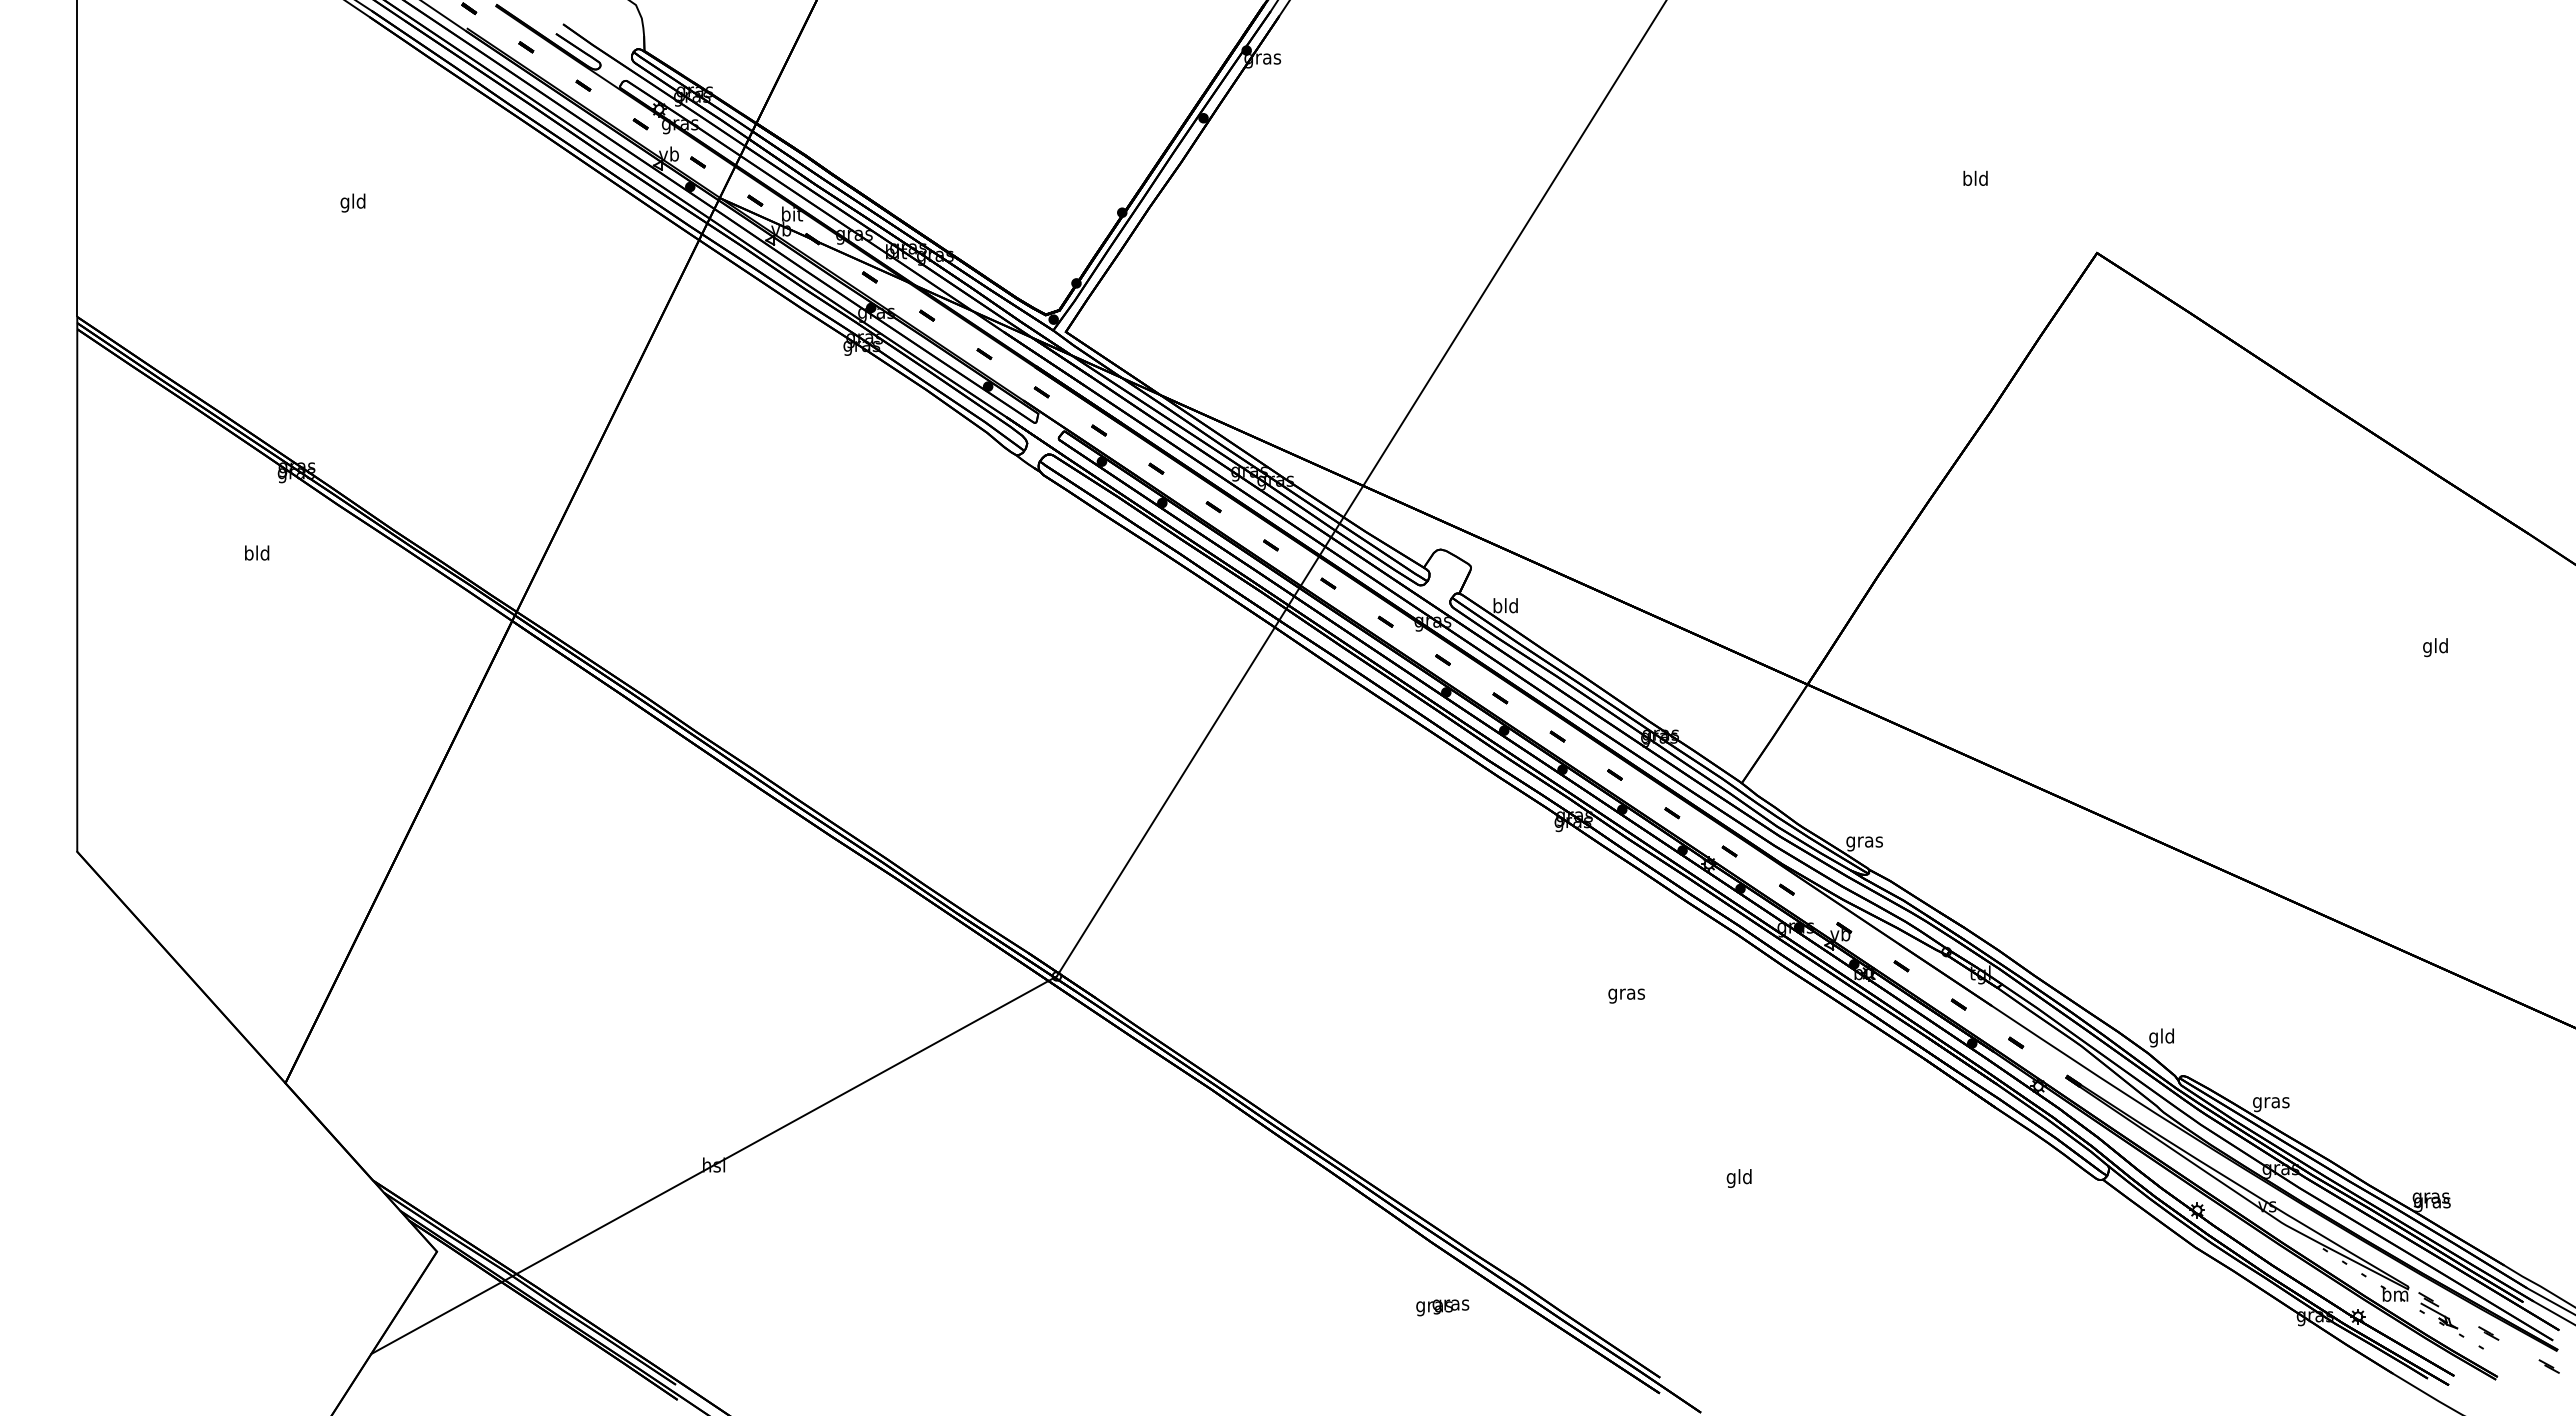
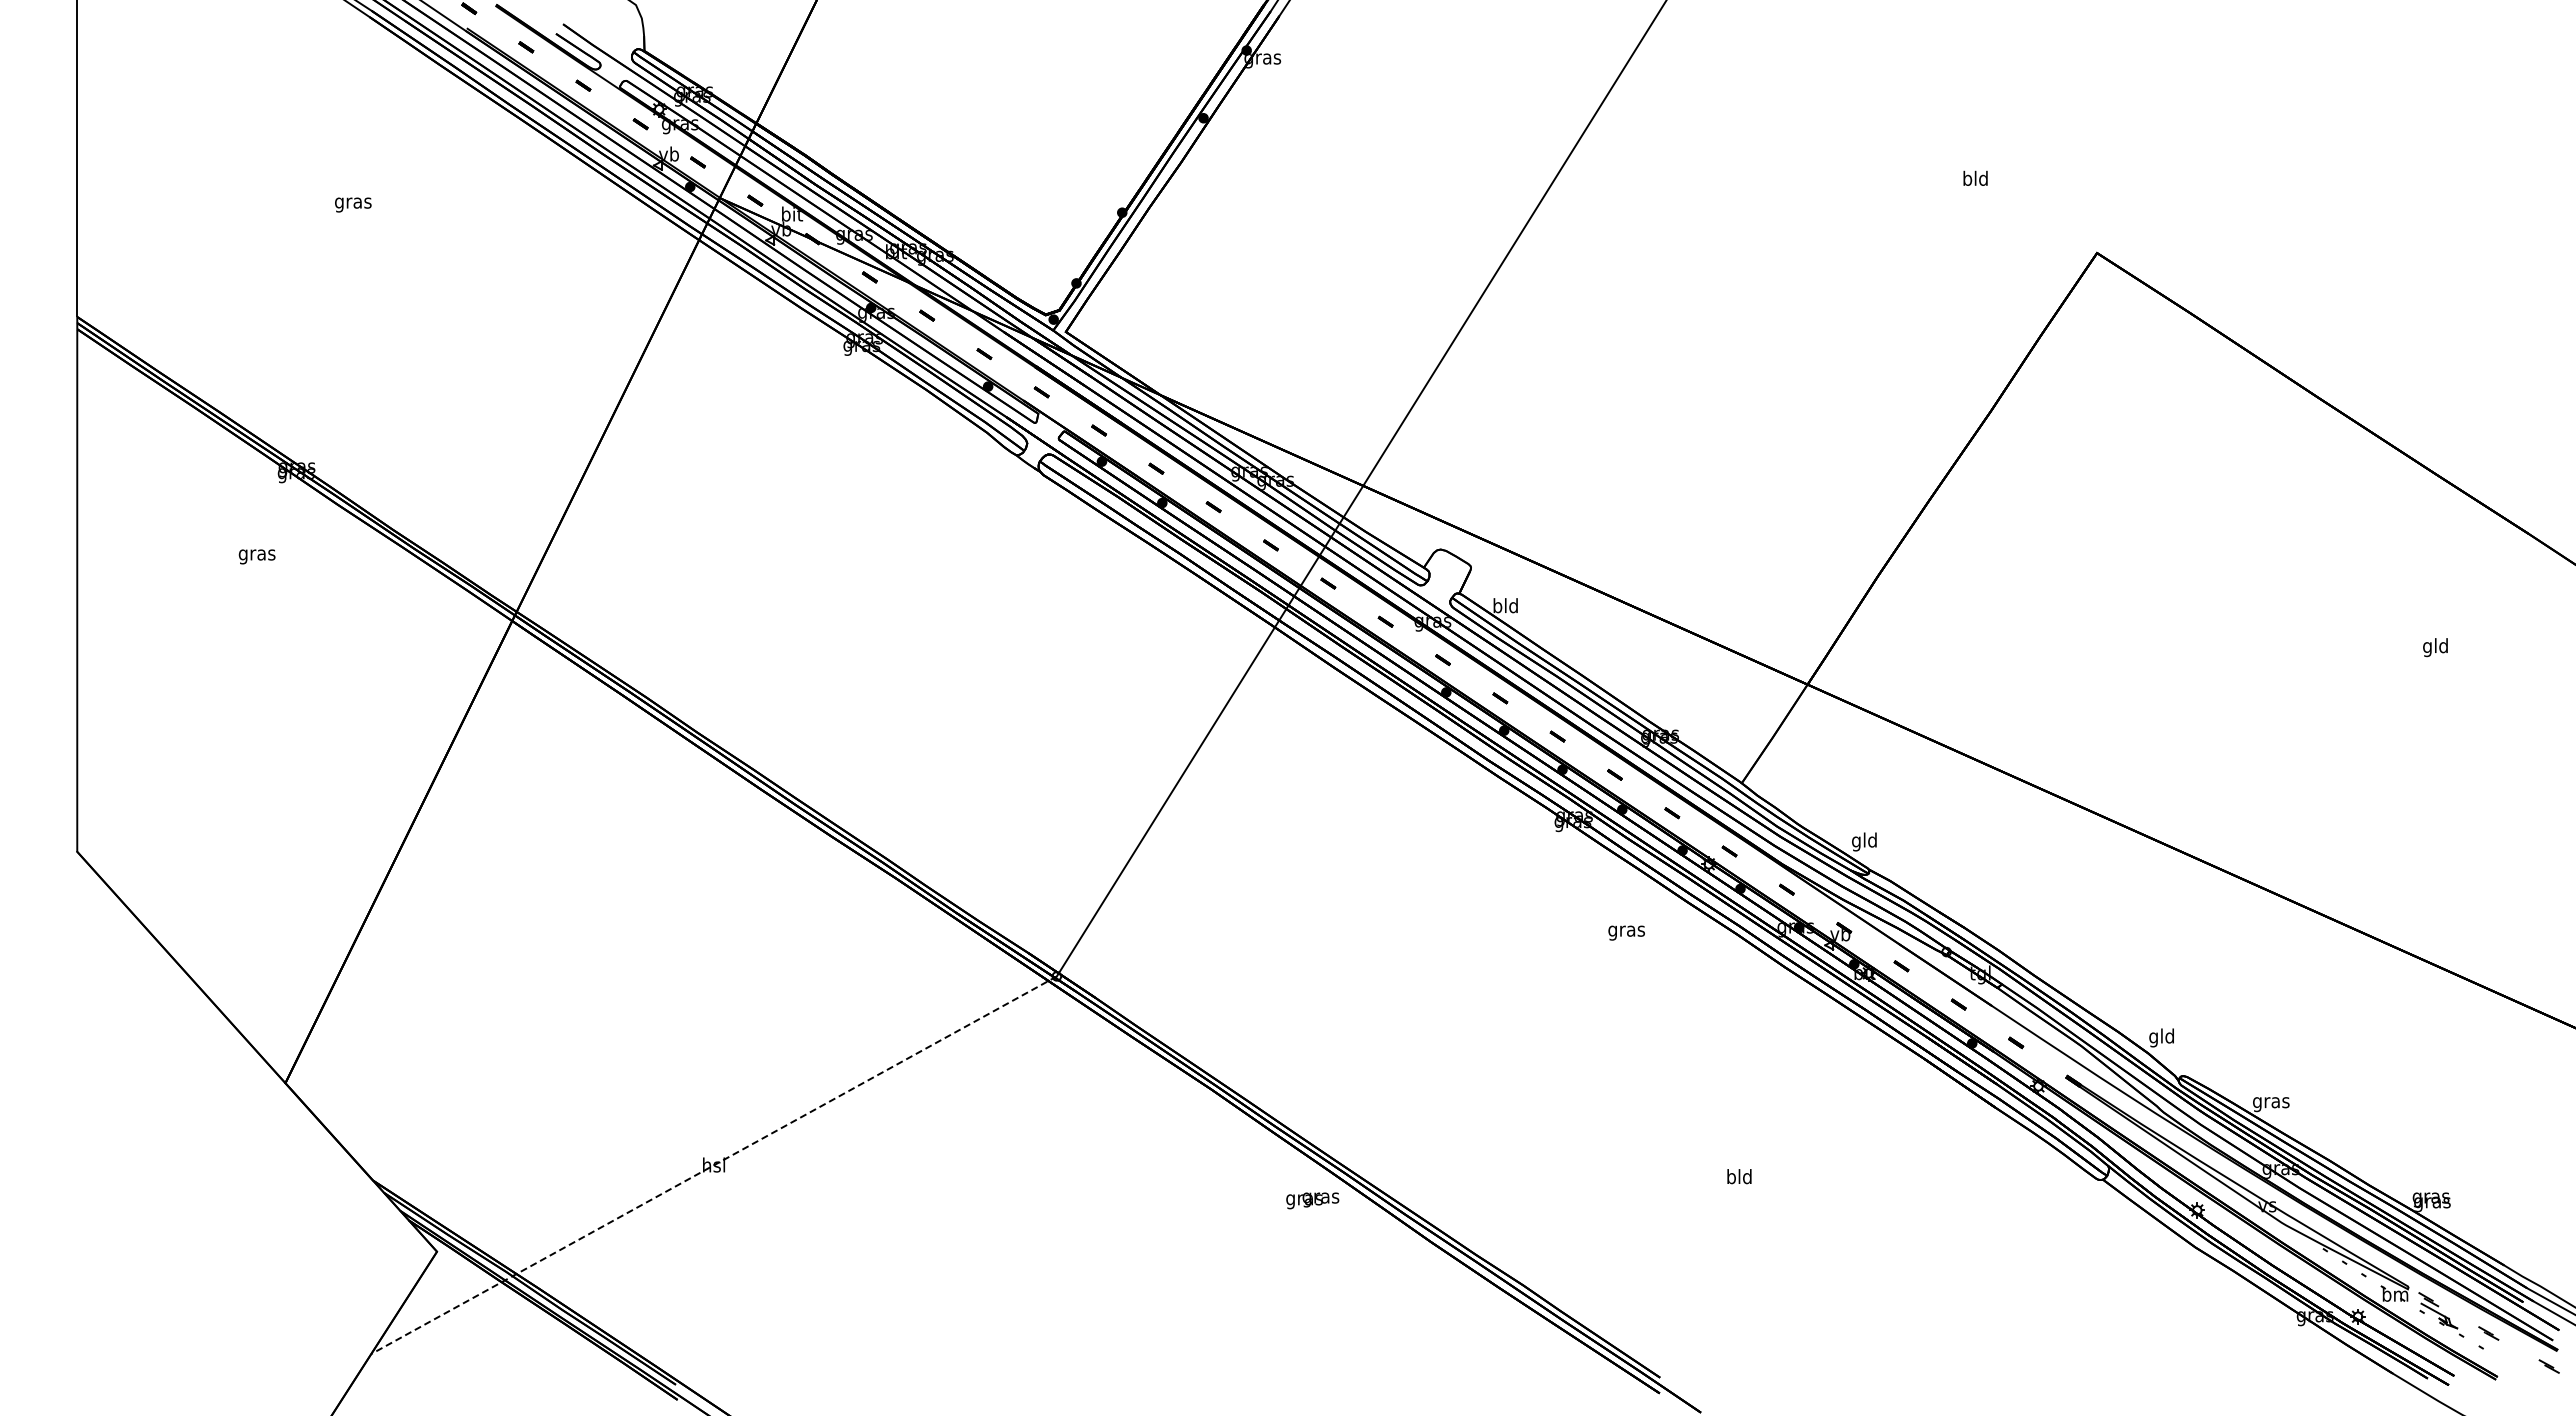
text at (353, 202): gld -> gras
text at (256, 554): bld -> gras
text at (1864, 841): gras -> gld
text at (1626, 995) position: (1626, 995) -> (1626, 932)
line at (713, 1165): solid -> dashed
text at (1730, 1178): gld -> bld
text at (1442, 1307) position: (1442, 1307) -> (1312, 1200)
